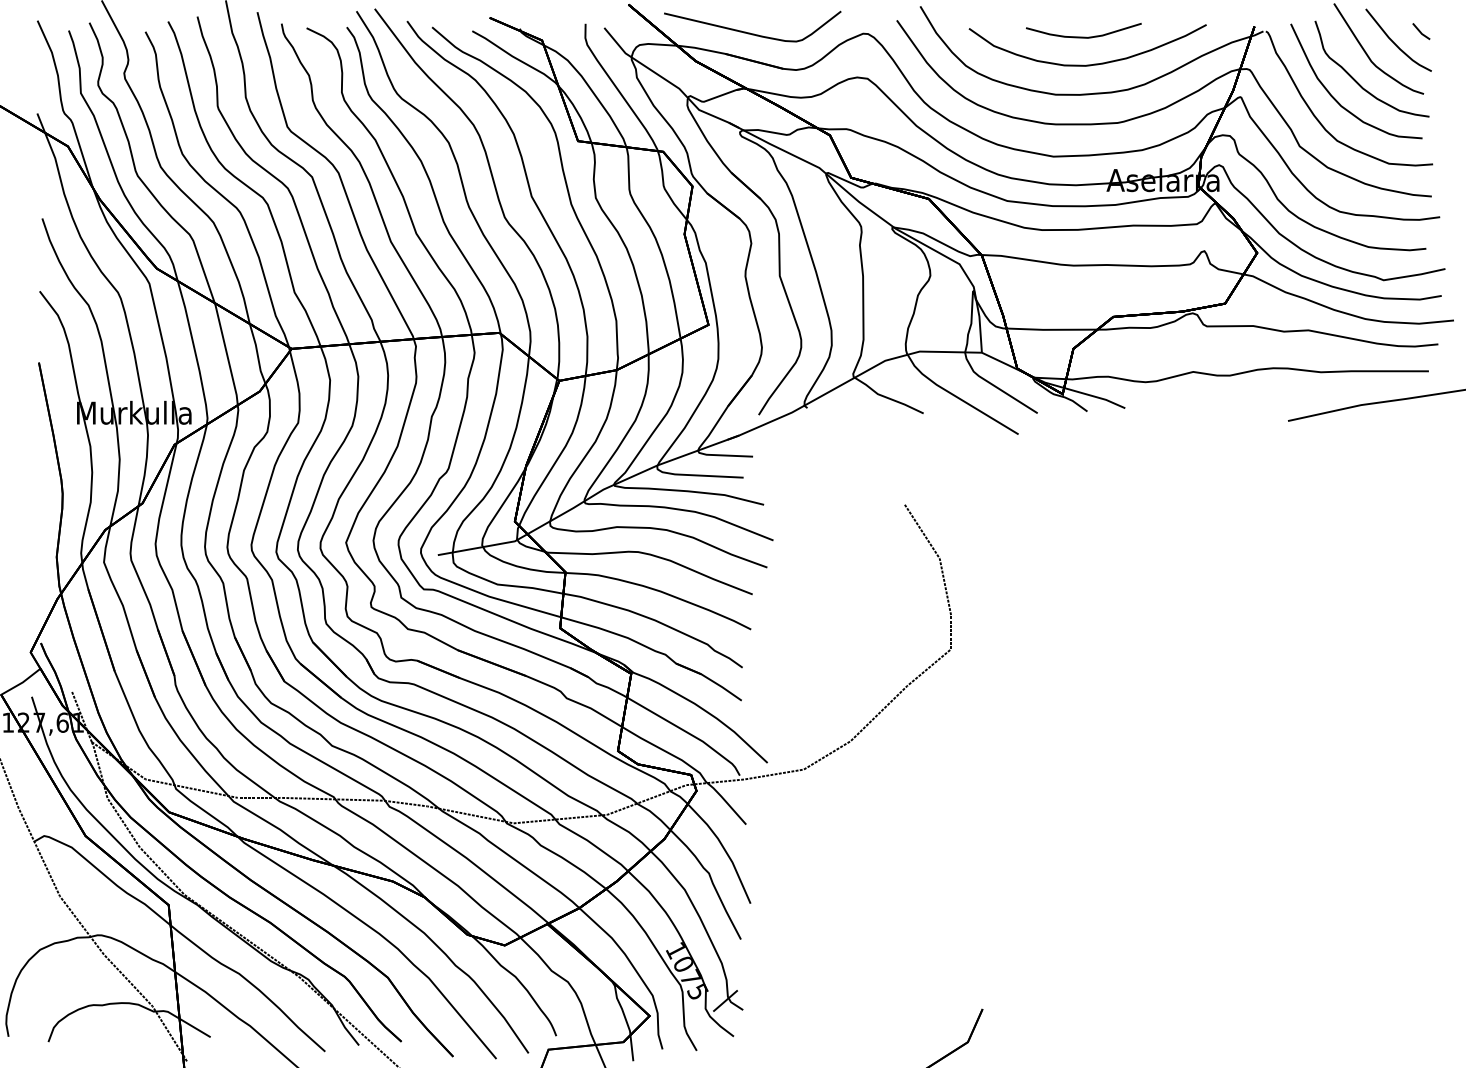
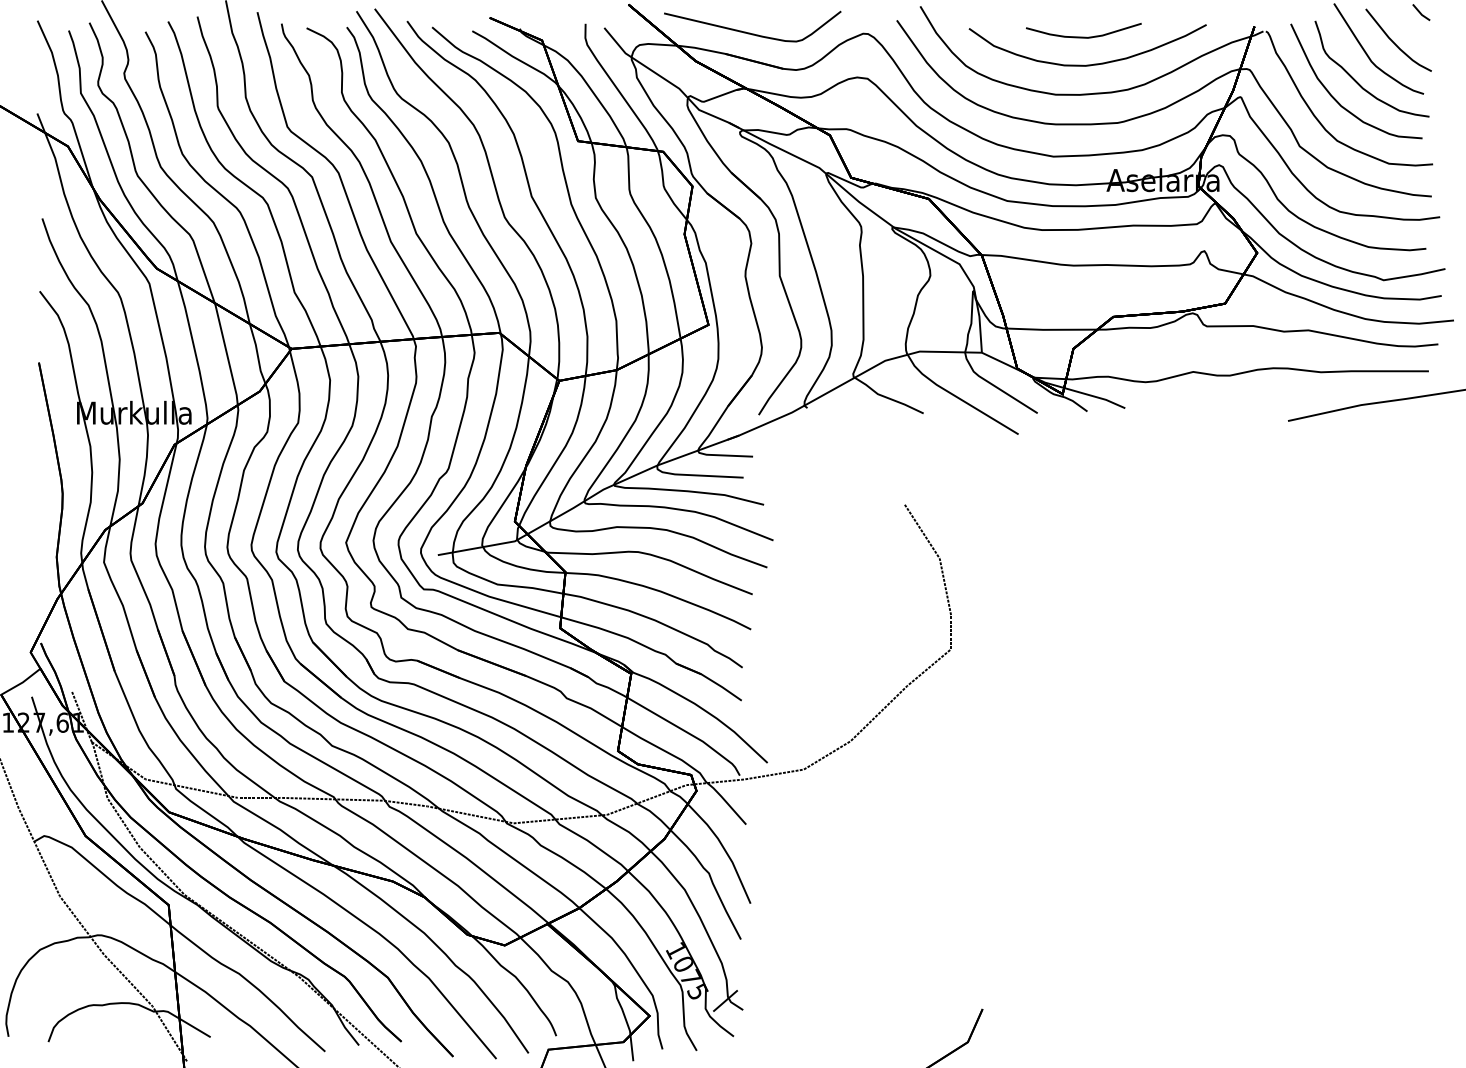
line at (1421, 31) position: (1421, 31) -> (1421, 12)
